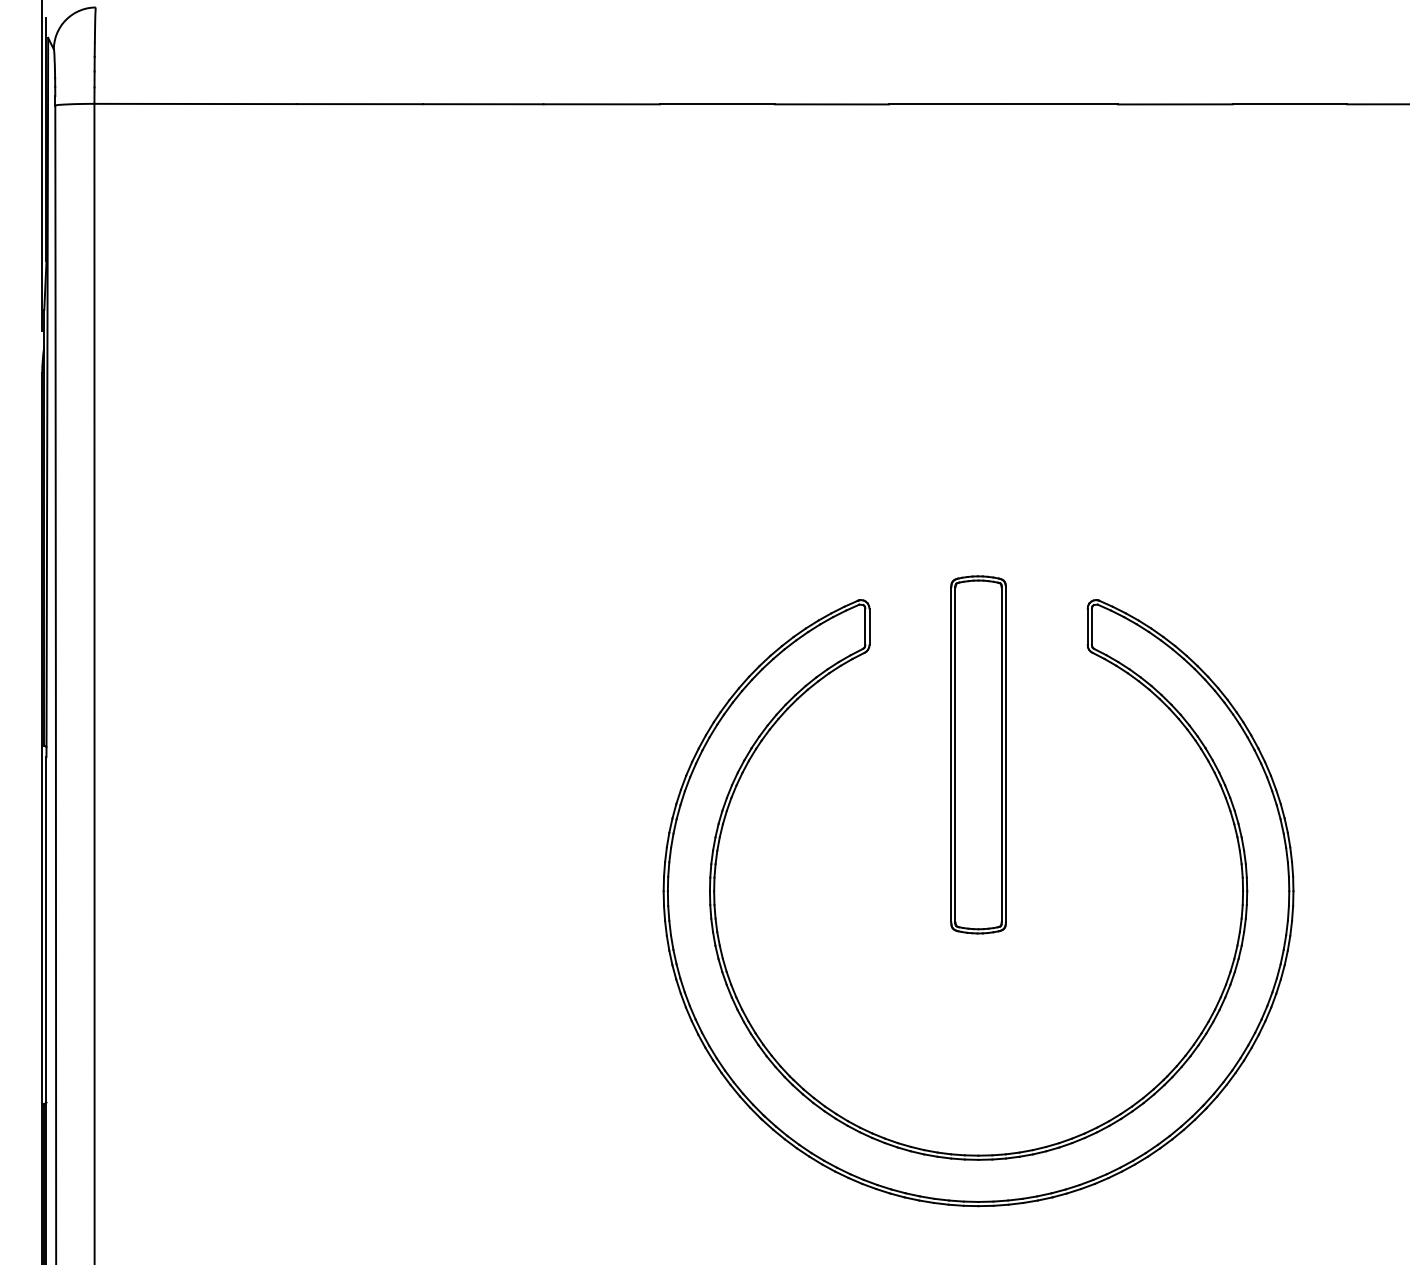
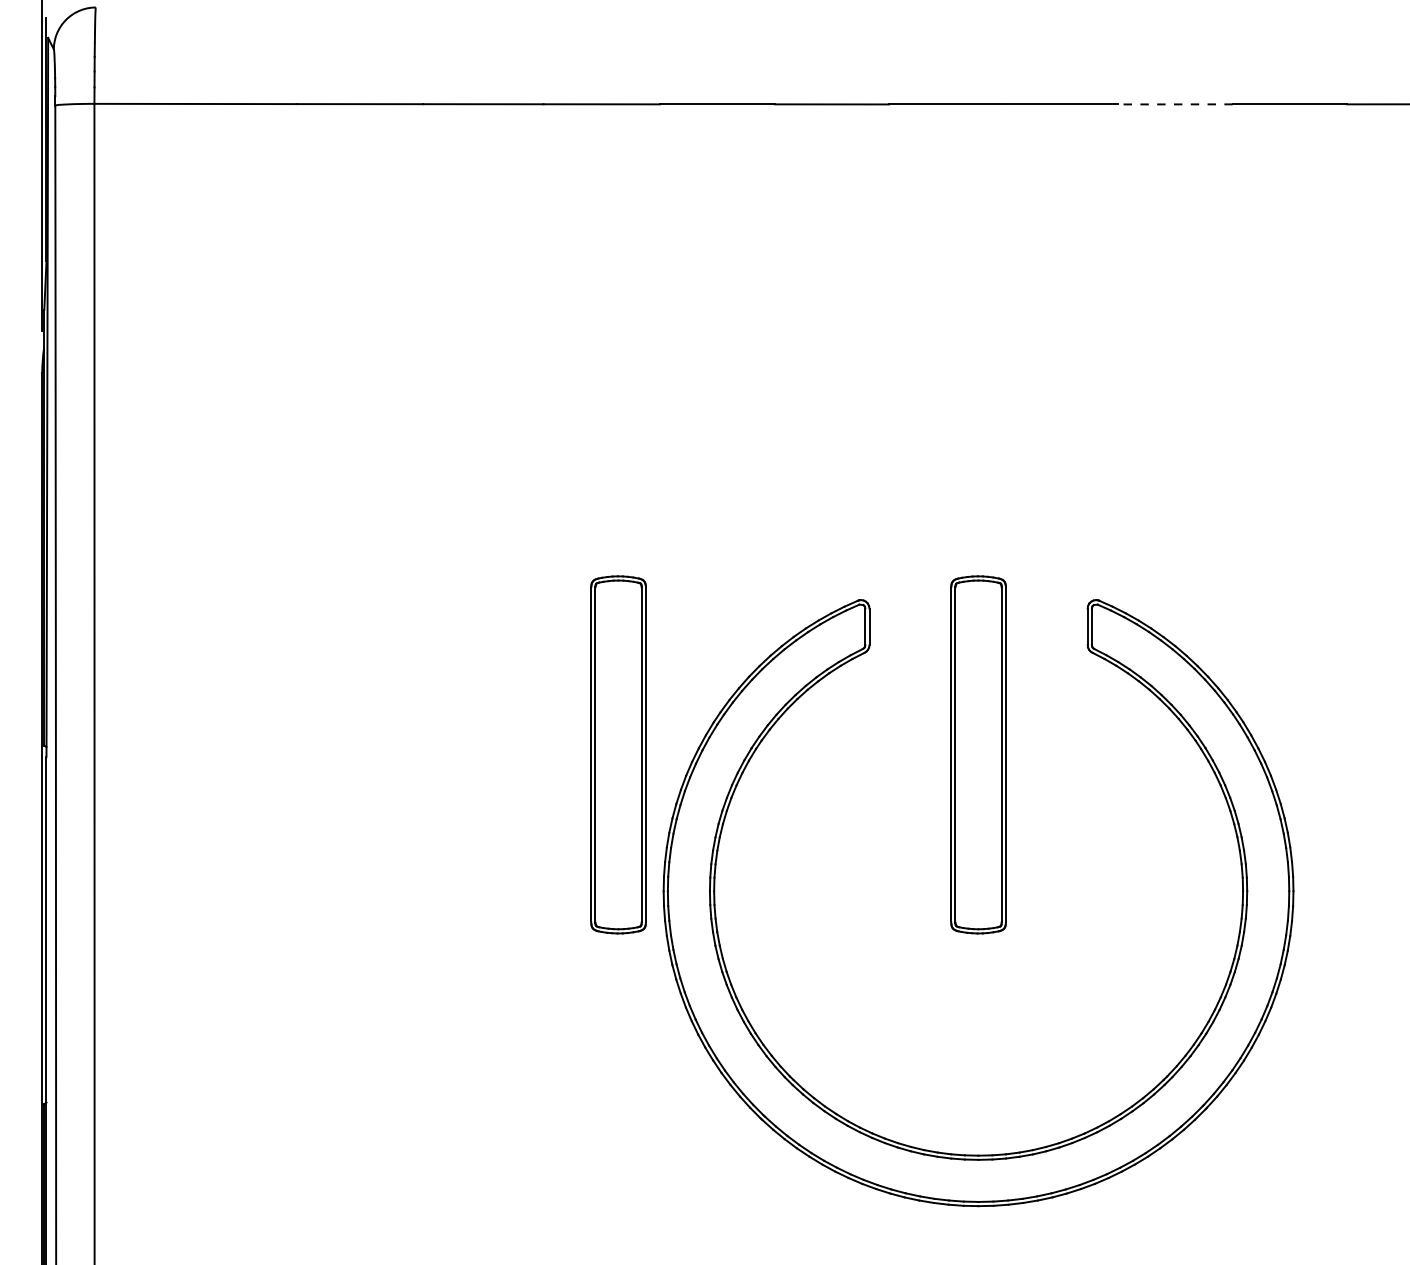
line at (1174, 104): solid -> dashed
part at (618, 754): none -> present
